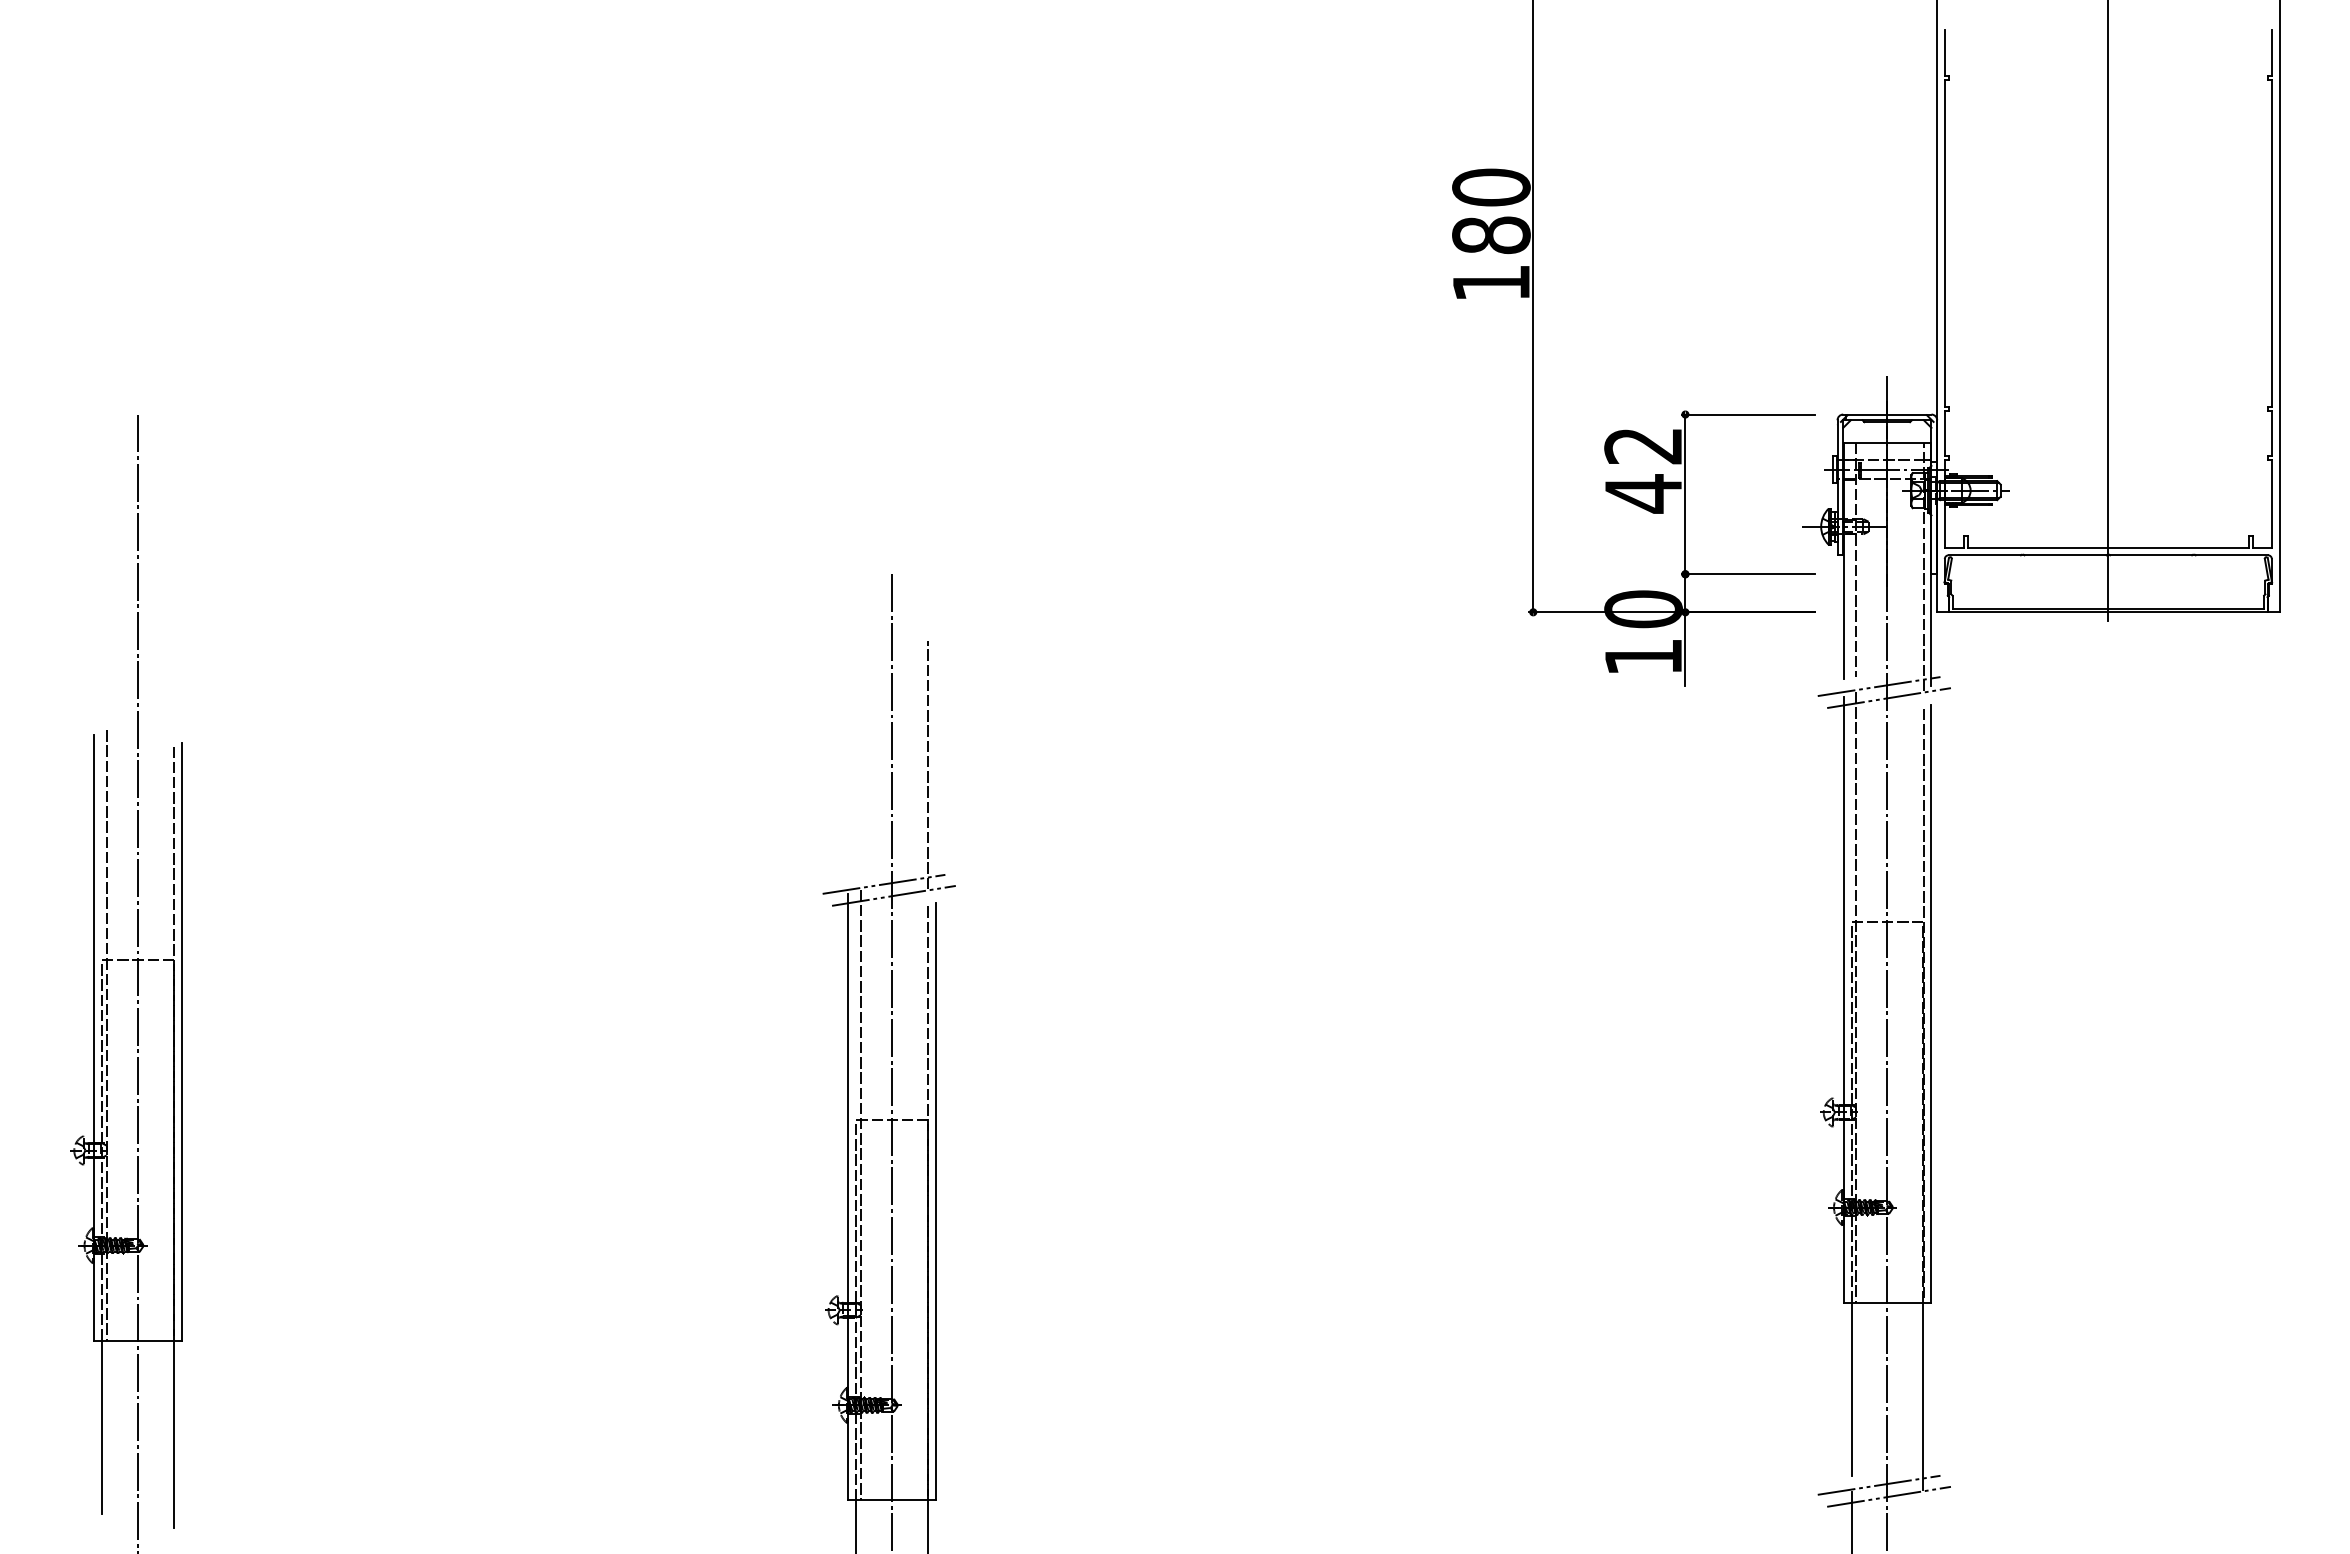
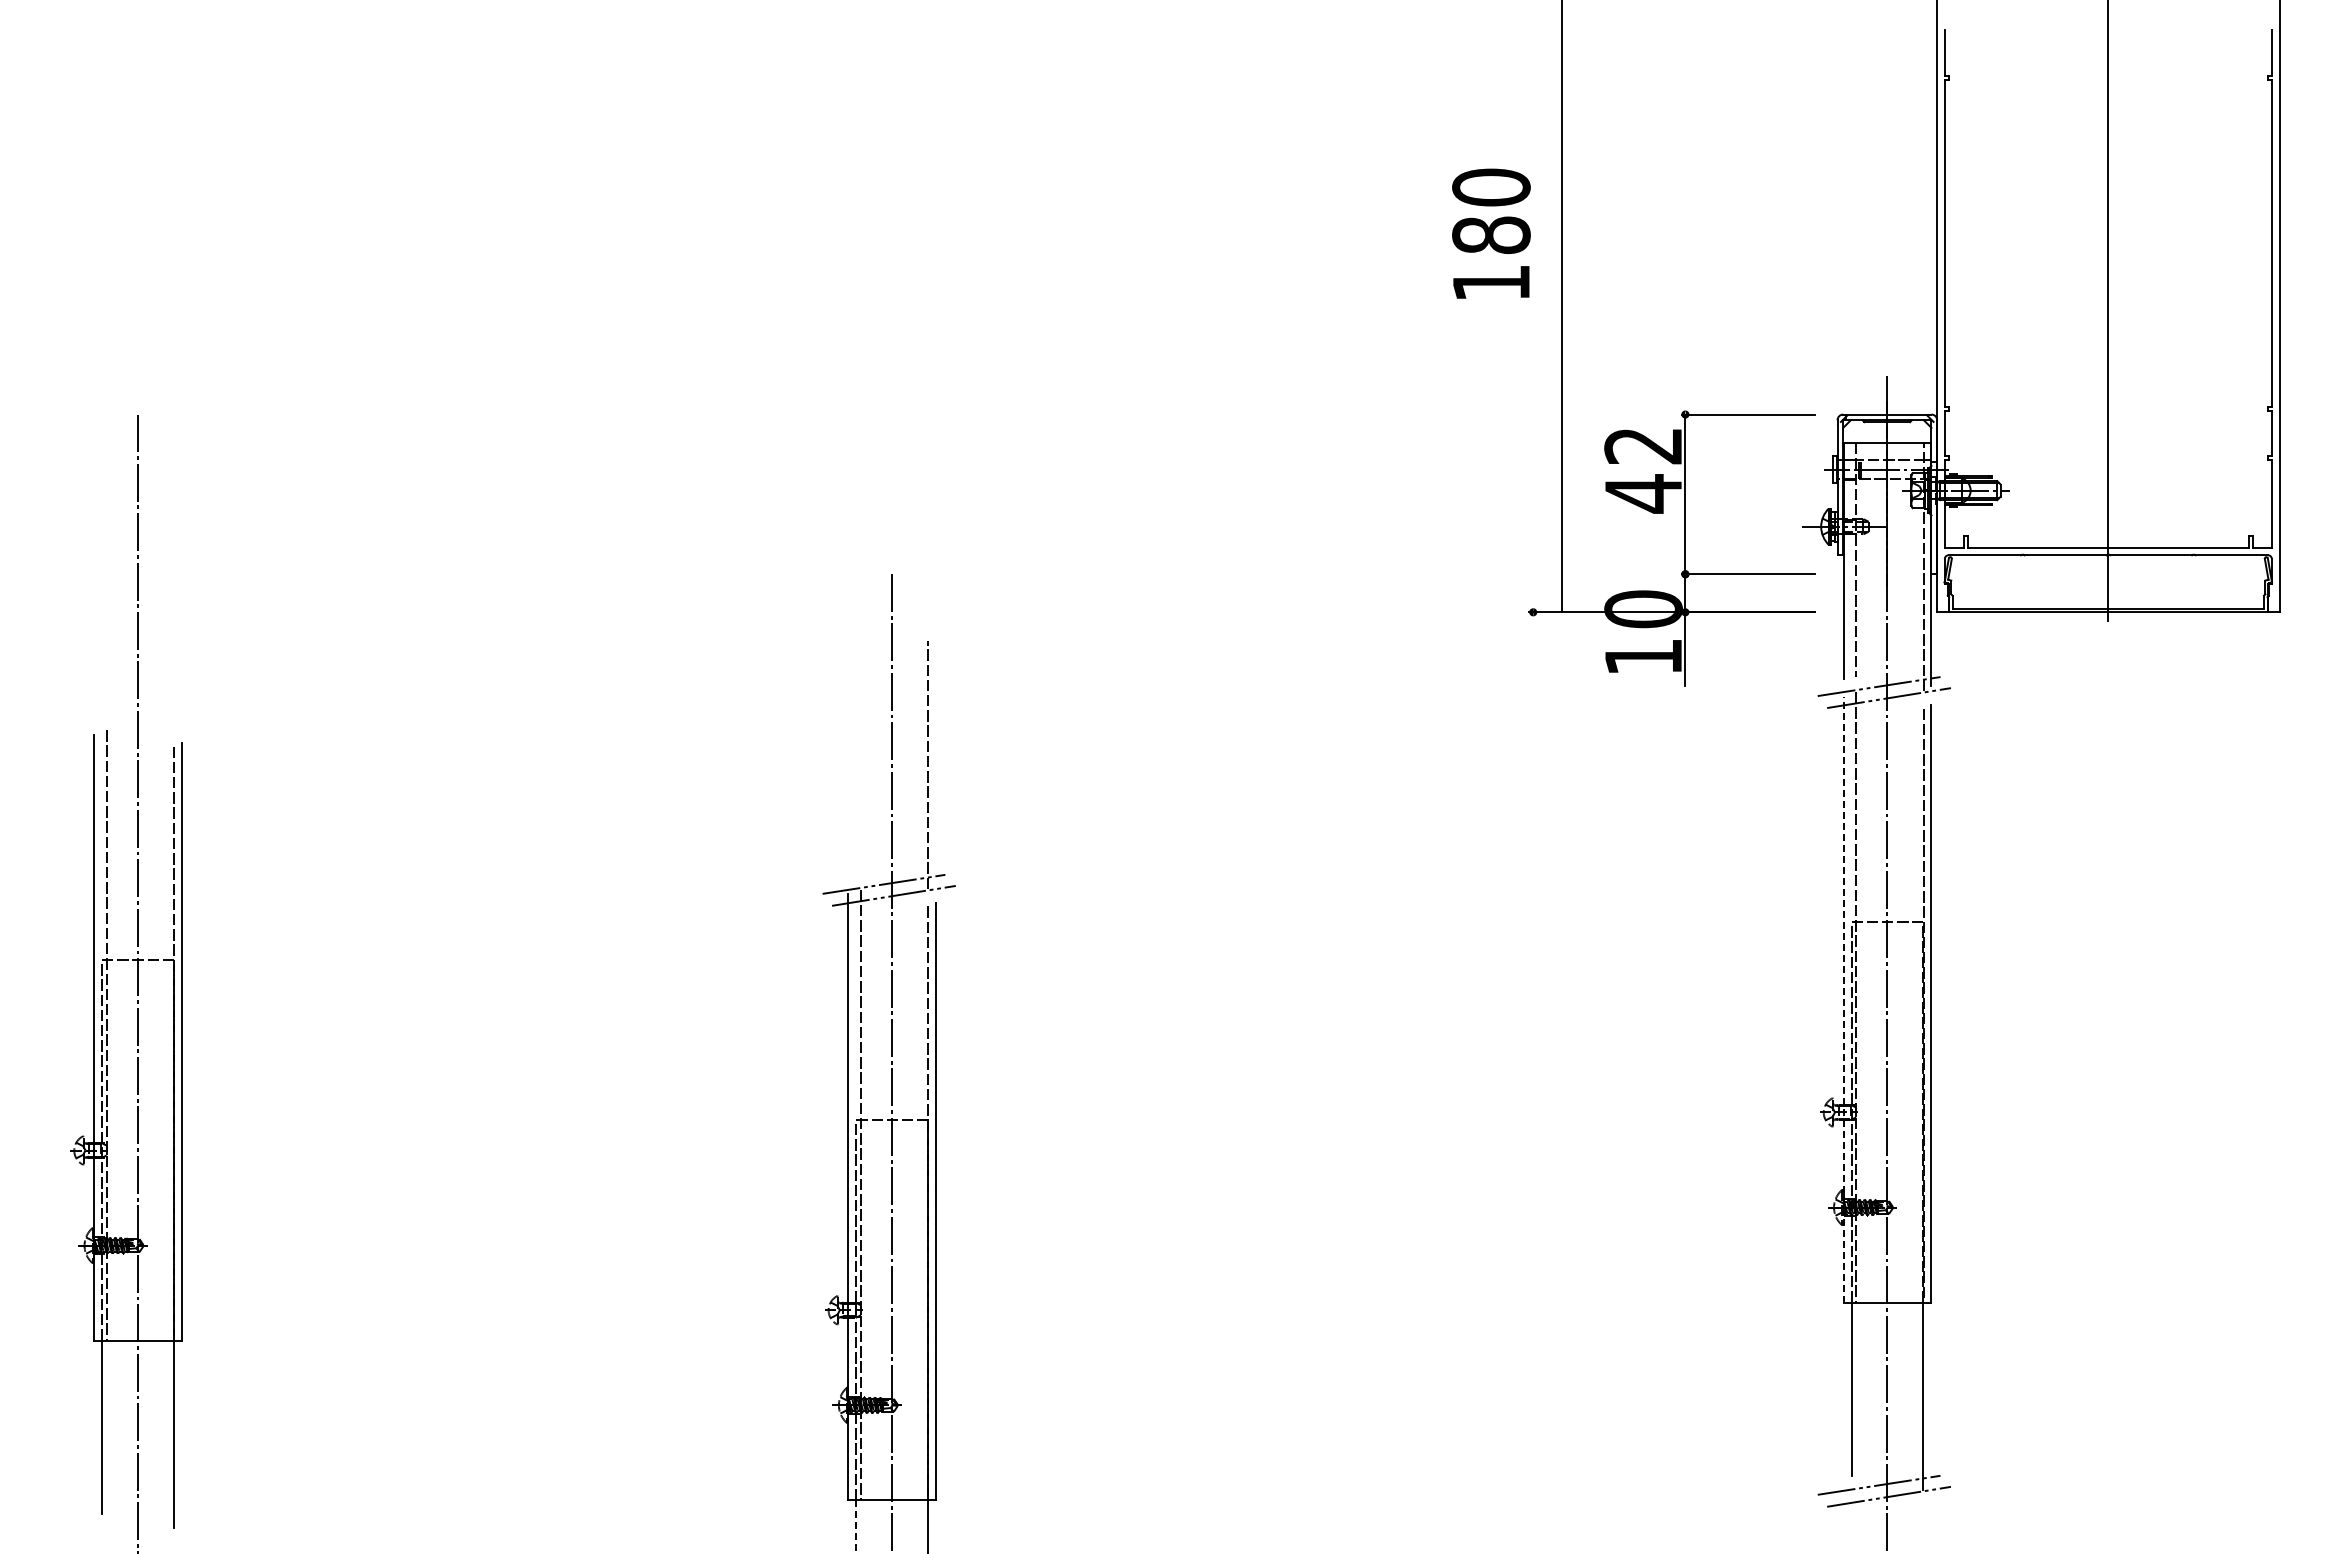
line at (1533, 307) position: (1533, 307) -> (1562, 307)
line at (1843, 999): solid -> dashed
line at (1851, 1520): present -> none
line at (856, 1527): solid -> dashed
